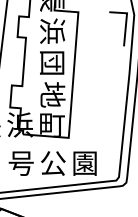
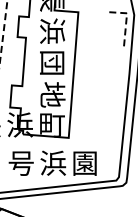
line at (126, 20): solid -> dashed
line at (3, 31): solid -> dashed
text at (53, 162): 公 -> 浜
